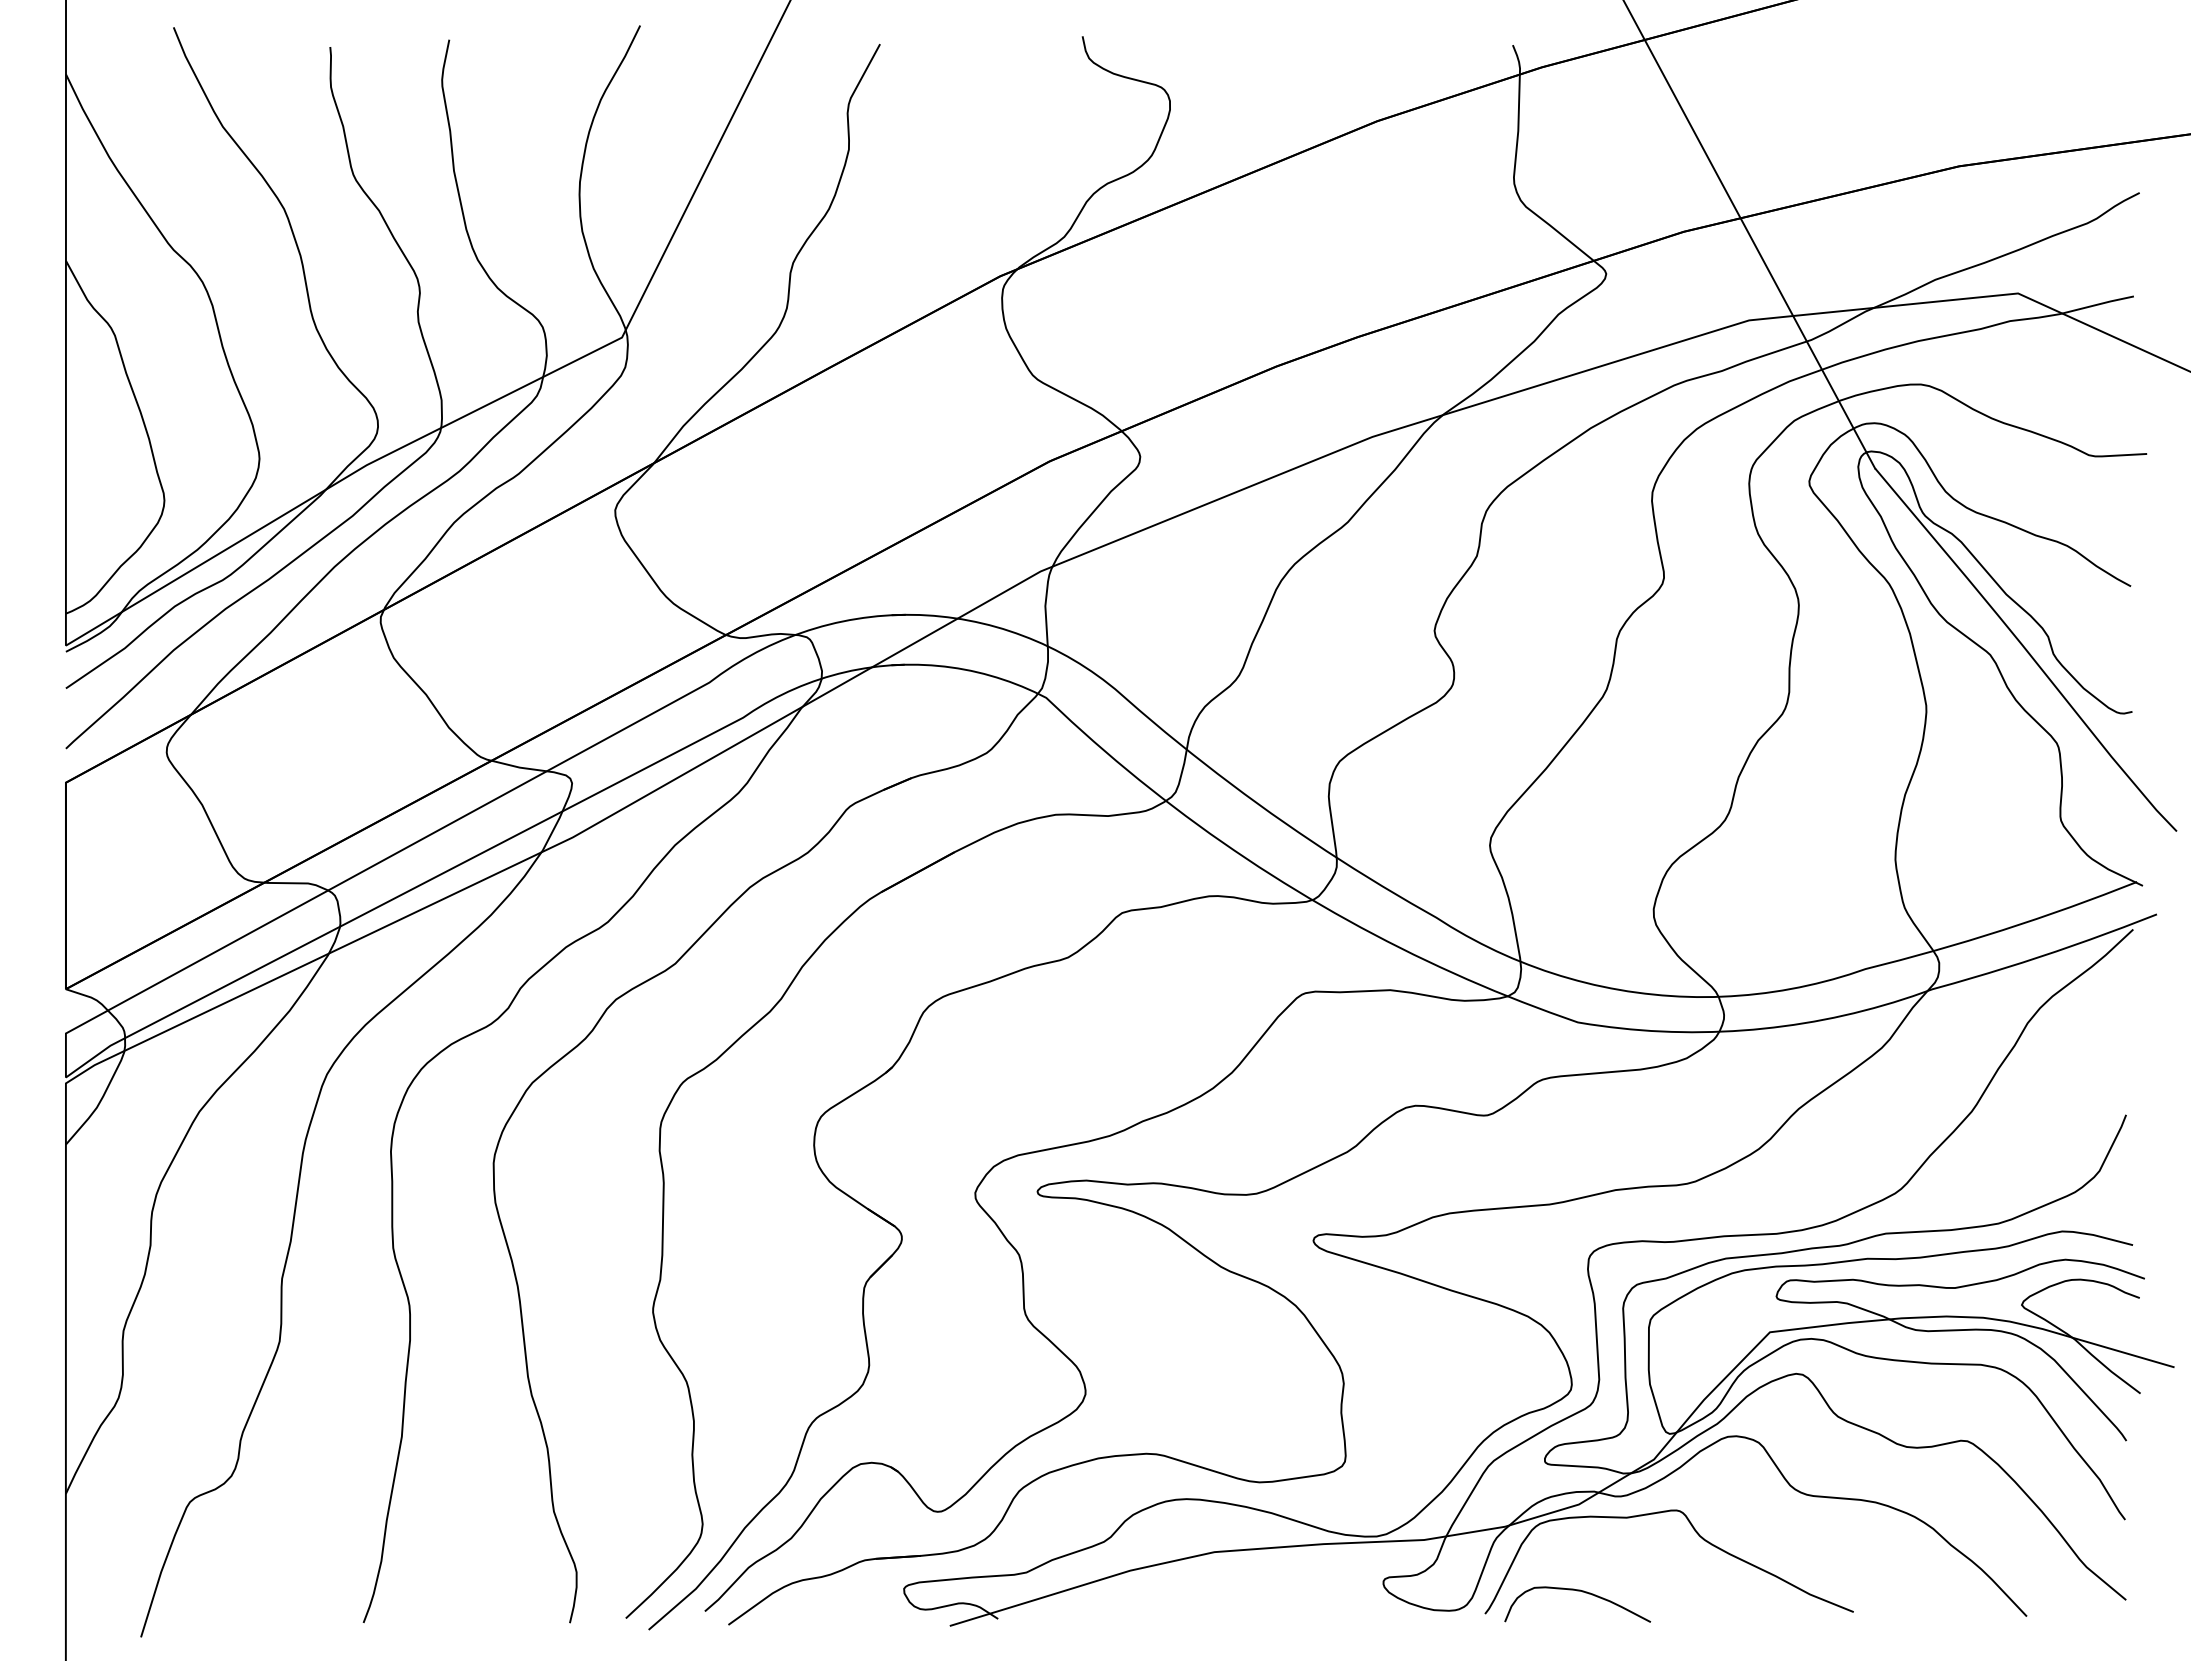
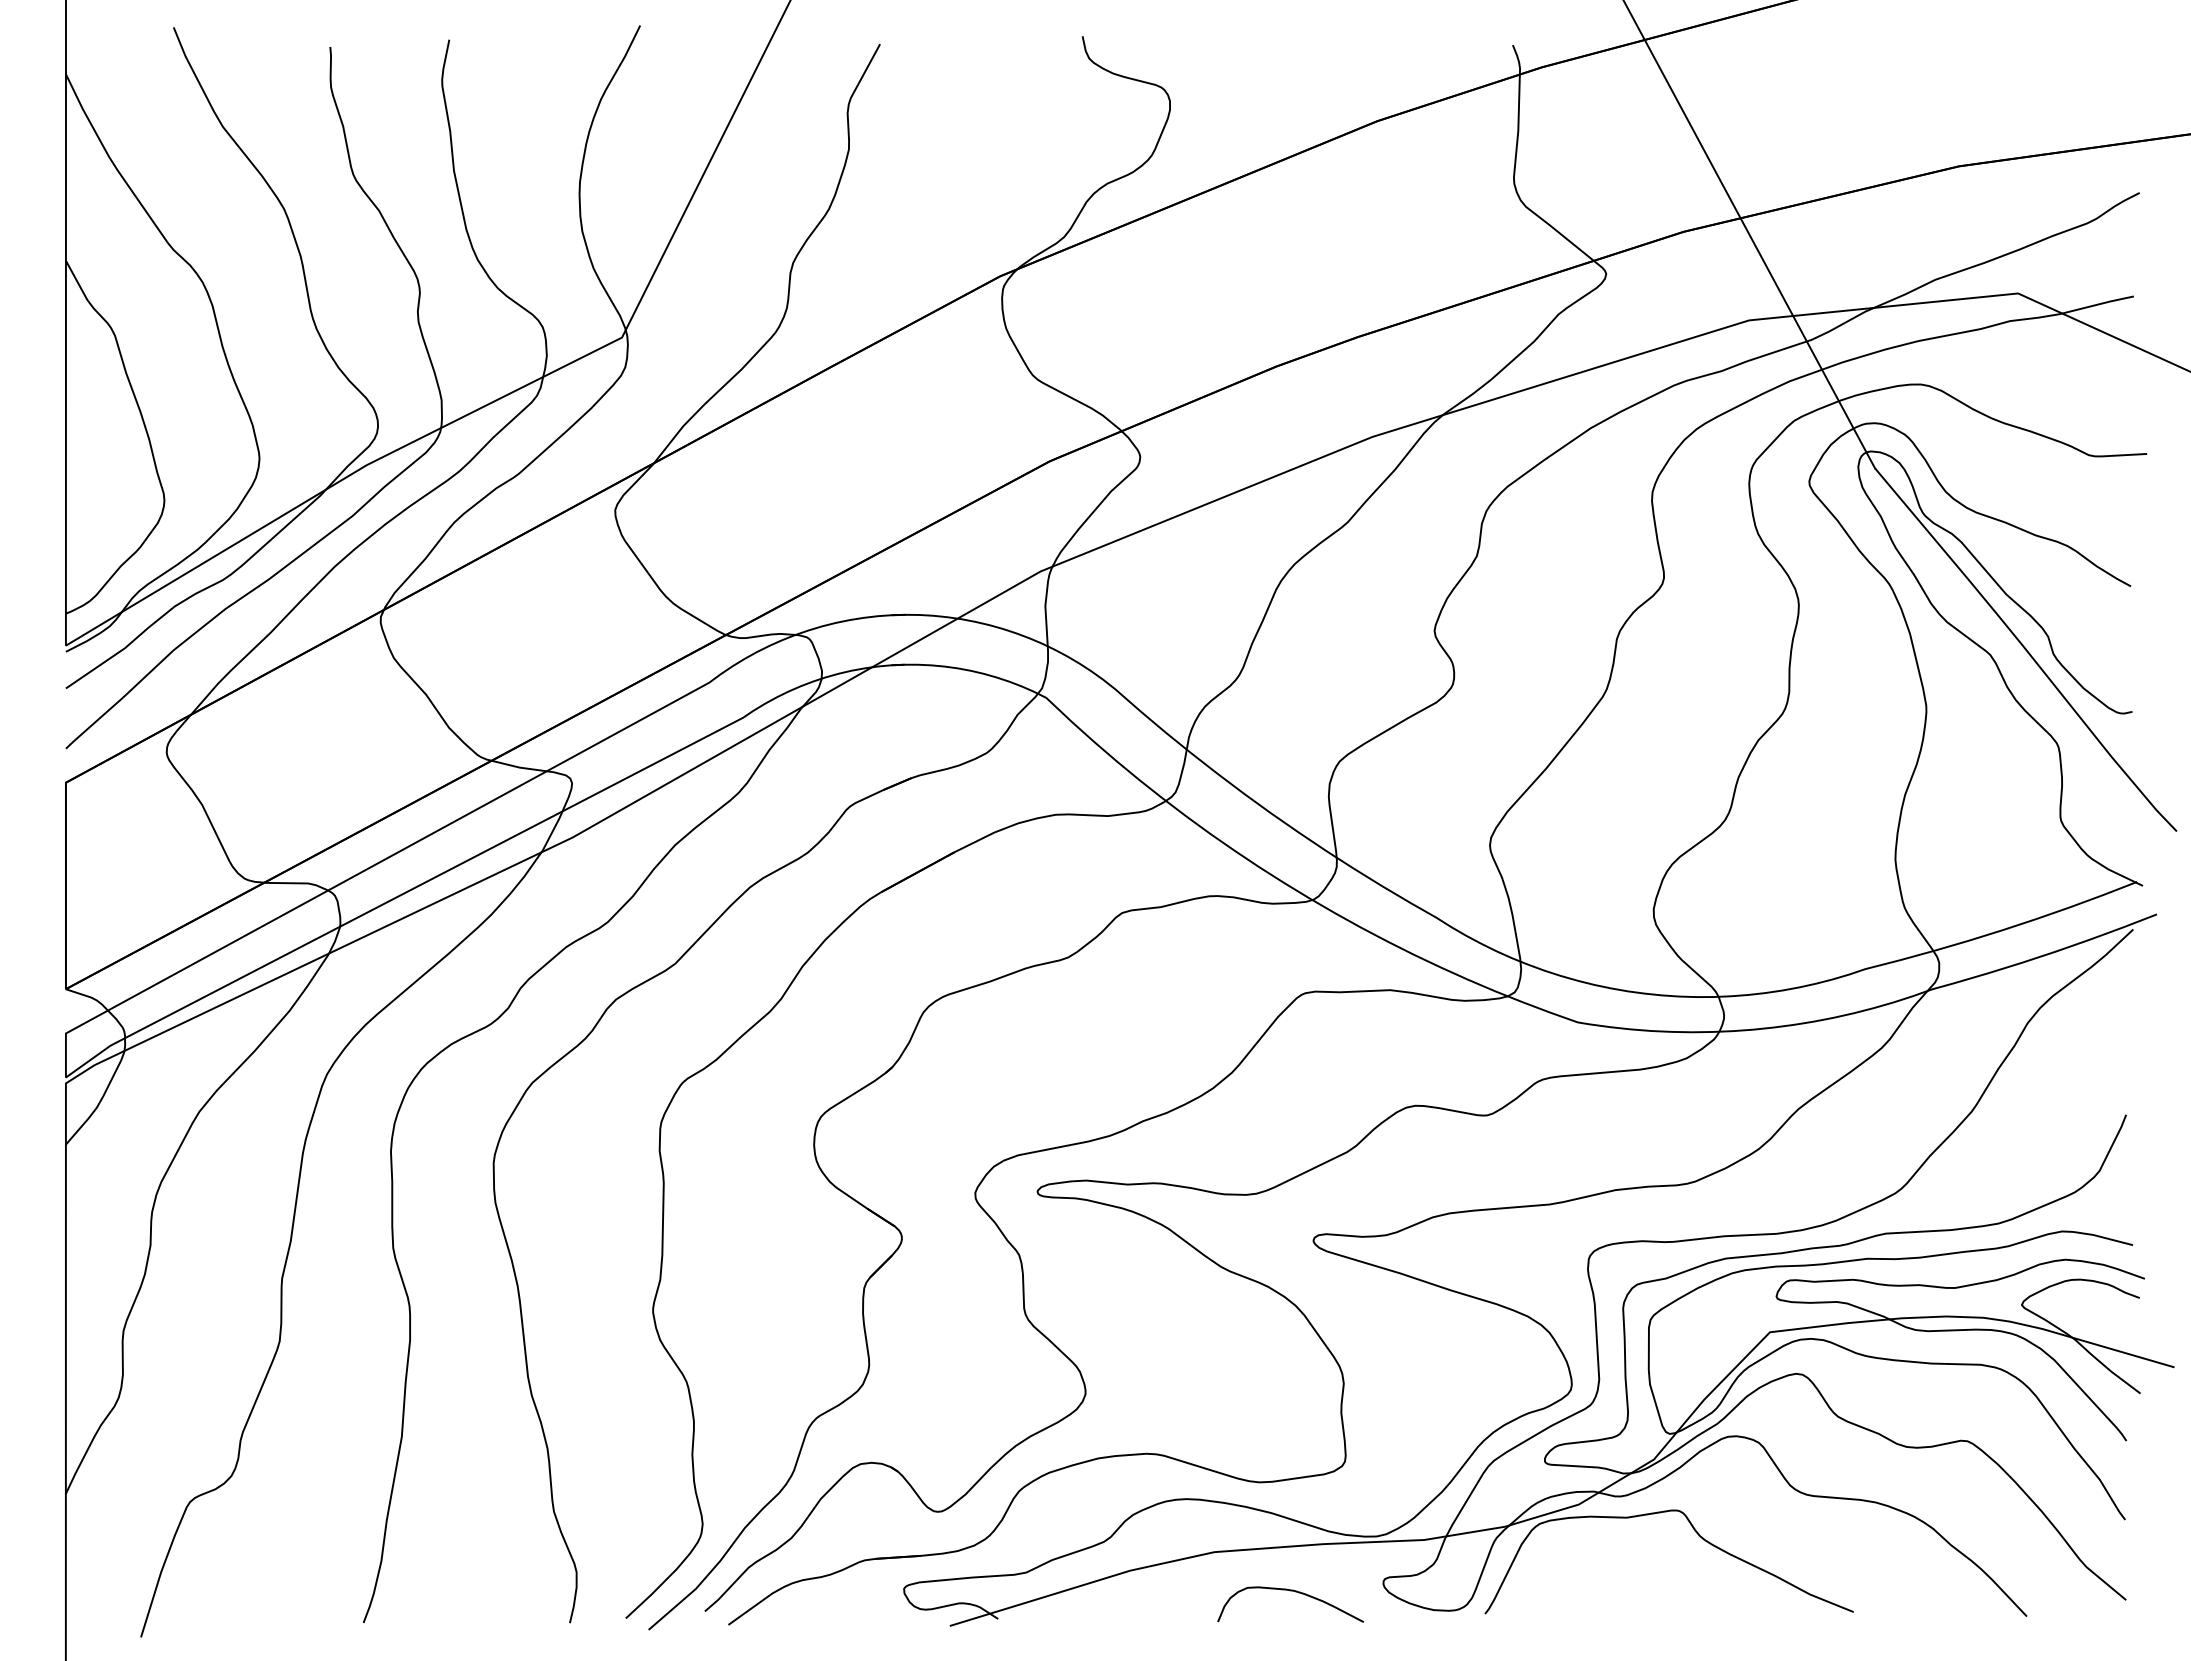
curve at (1577, 1591) position: (1577, 1591) -> (1290, 1591)
